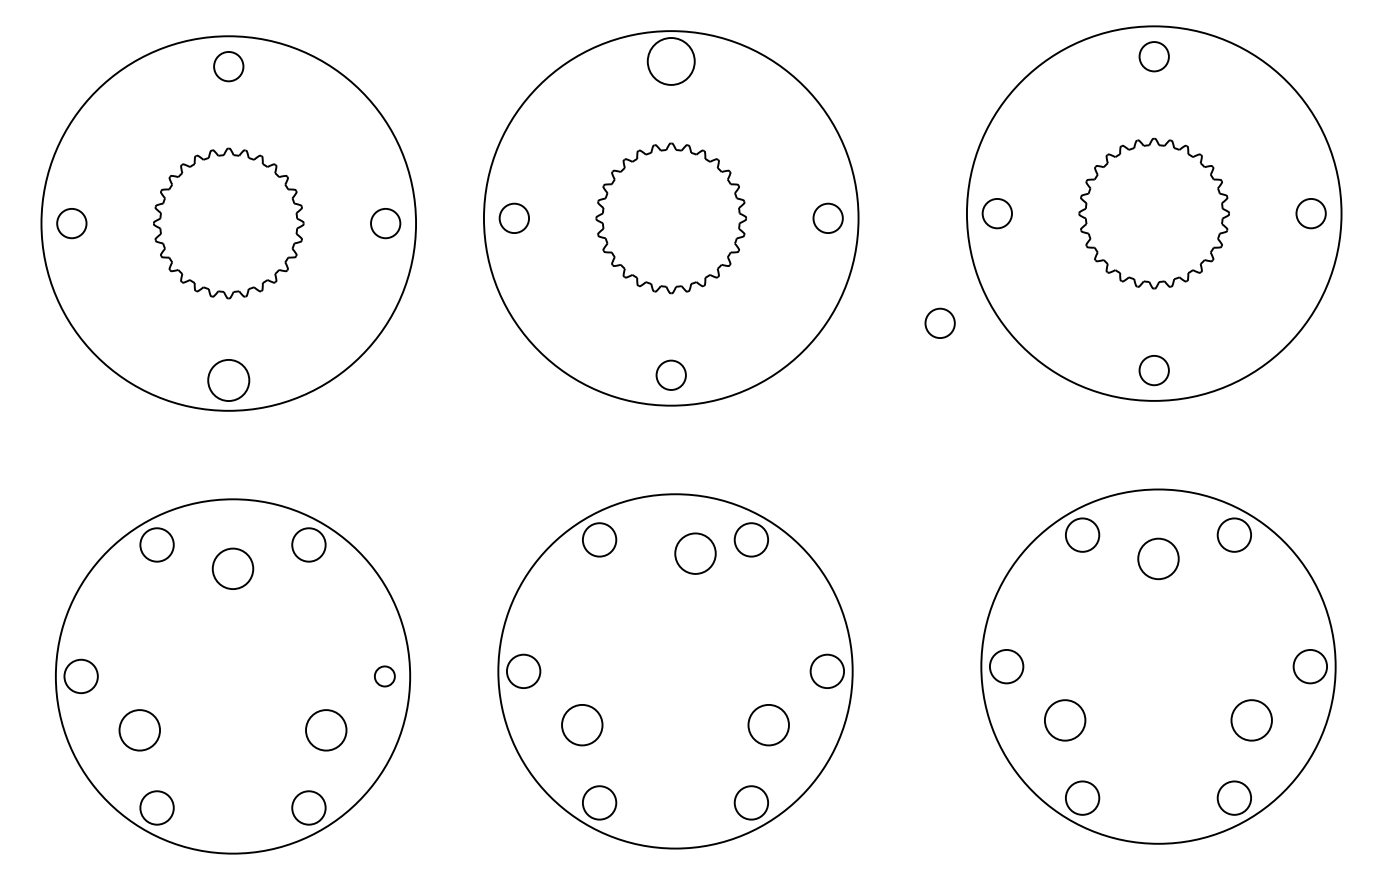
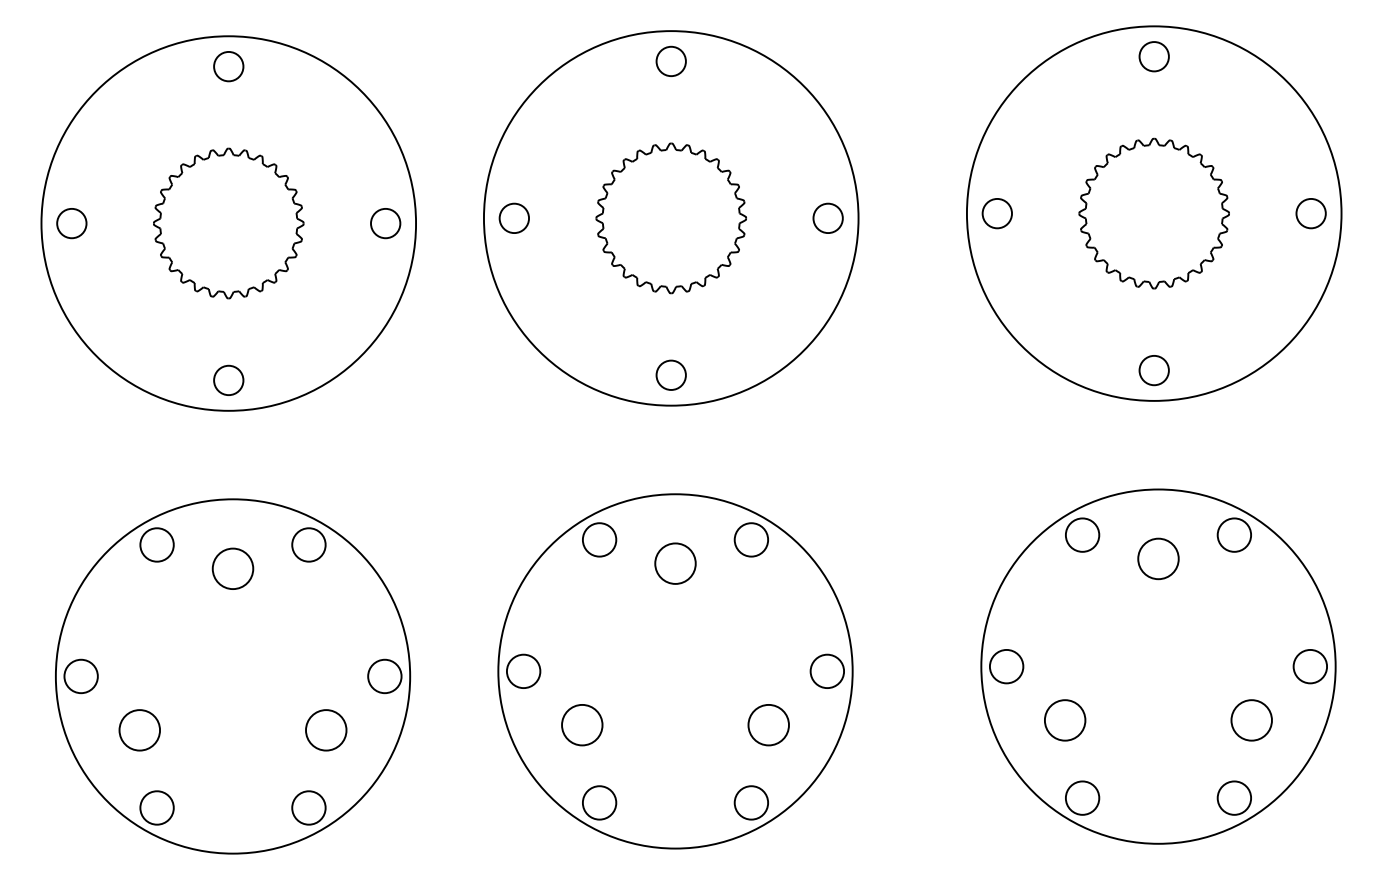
circle at (670, 61) diameter: 47 px -> 29 px
circle at (939, 322): present -> none
circle at (228, 380) diameter: 41 px -> 29 px
circle at (695, 553) position: (695, 553) -> (675, 563)
circle at (384, 676) diameter: 20 px -> 33 px
